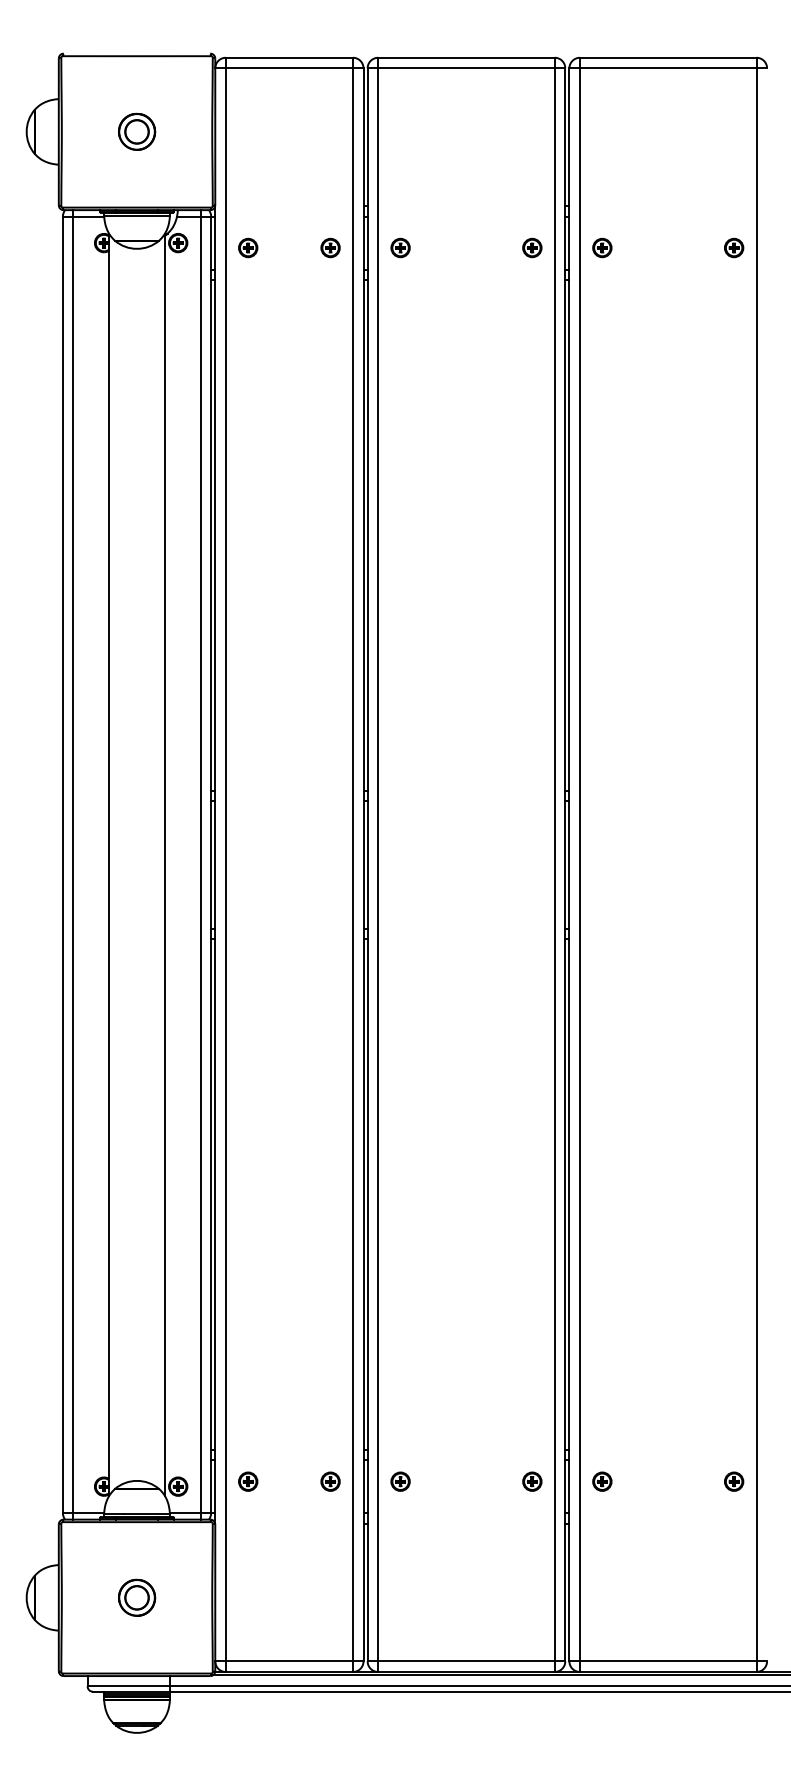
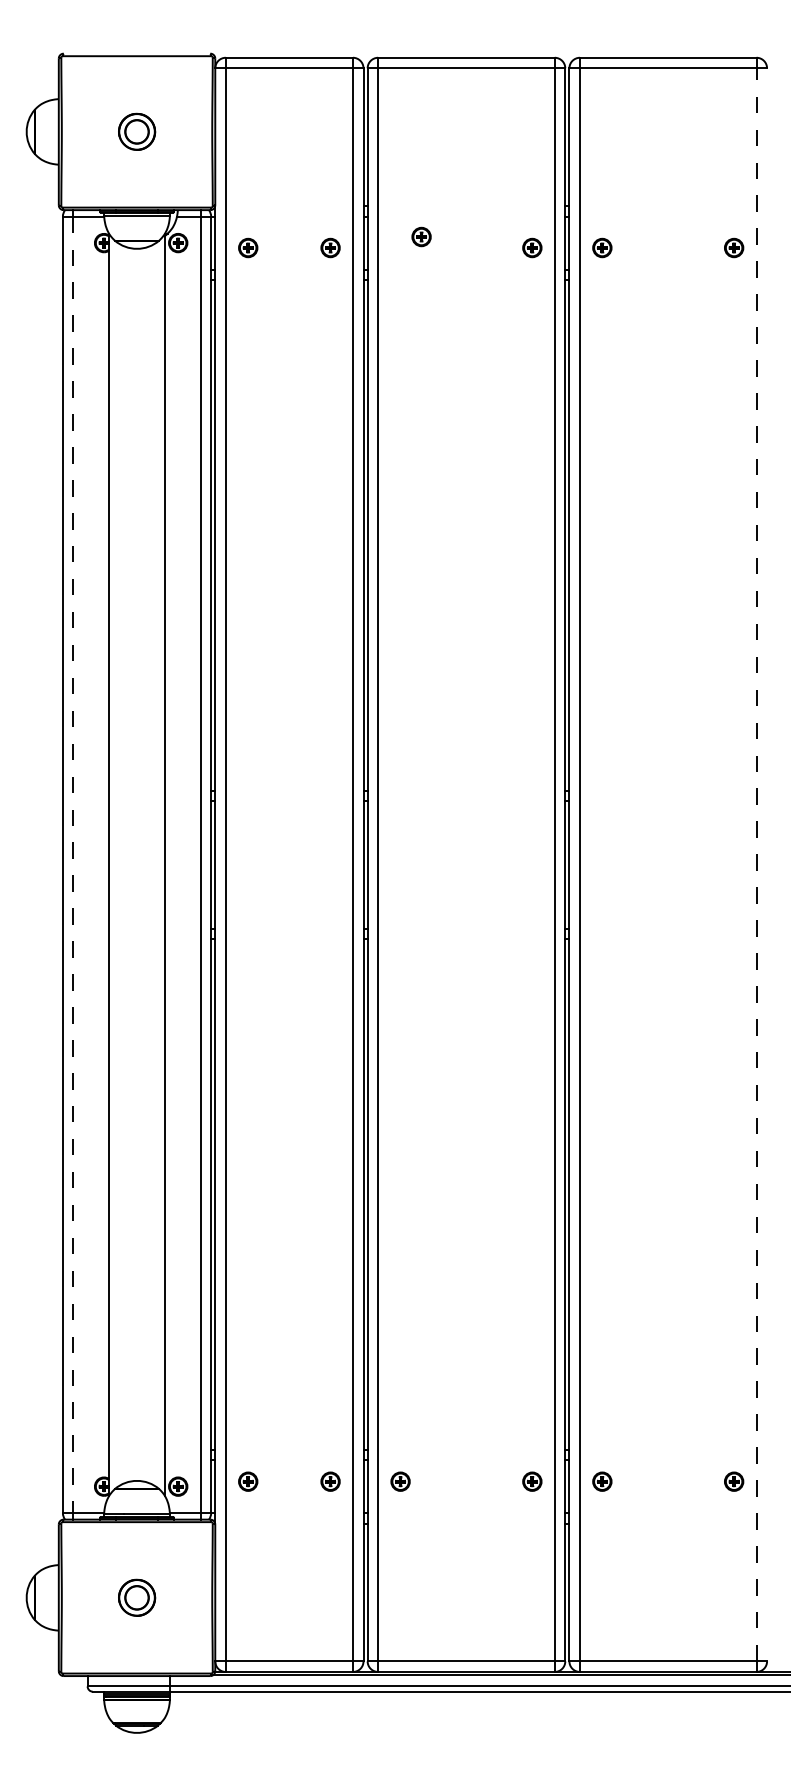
part at (400, 247) position: (400, 247) -> (421, 236)
line at (756, 864): solid -> dashed
line at (73, 865): solid -> dashed
